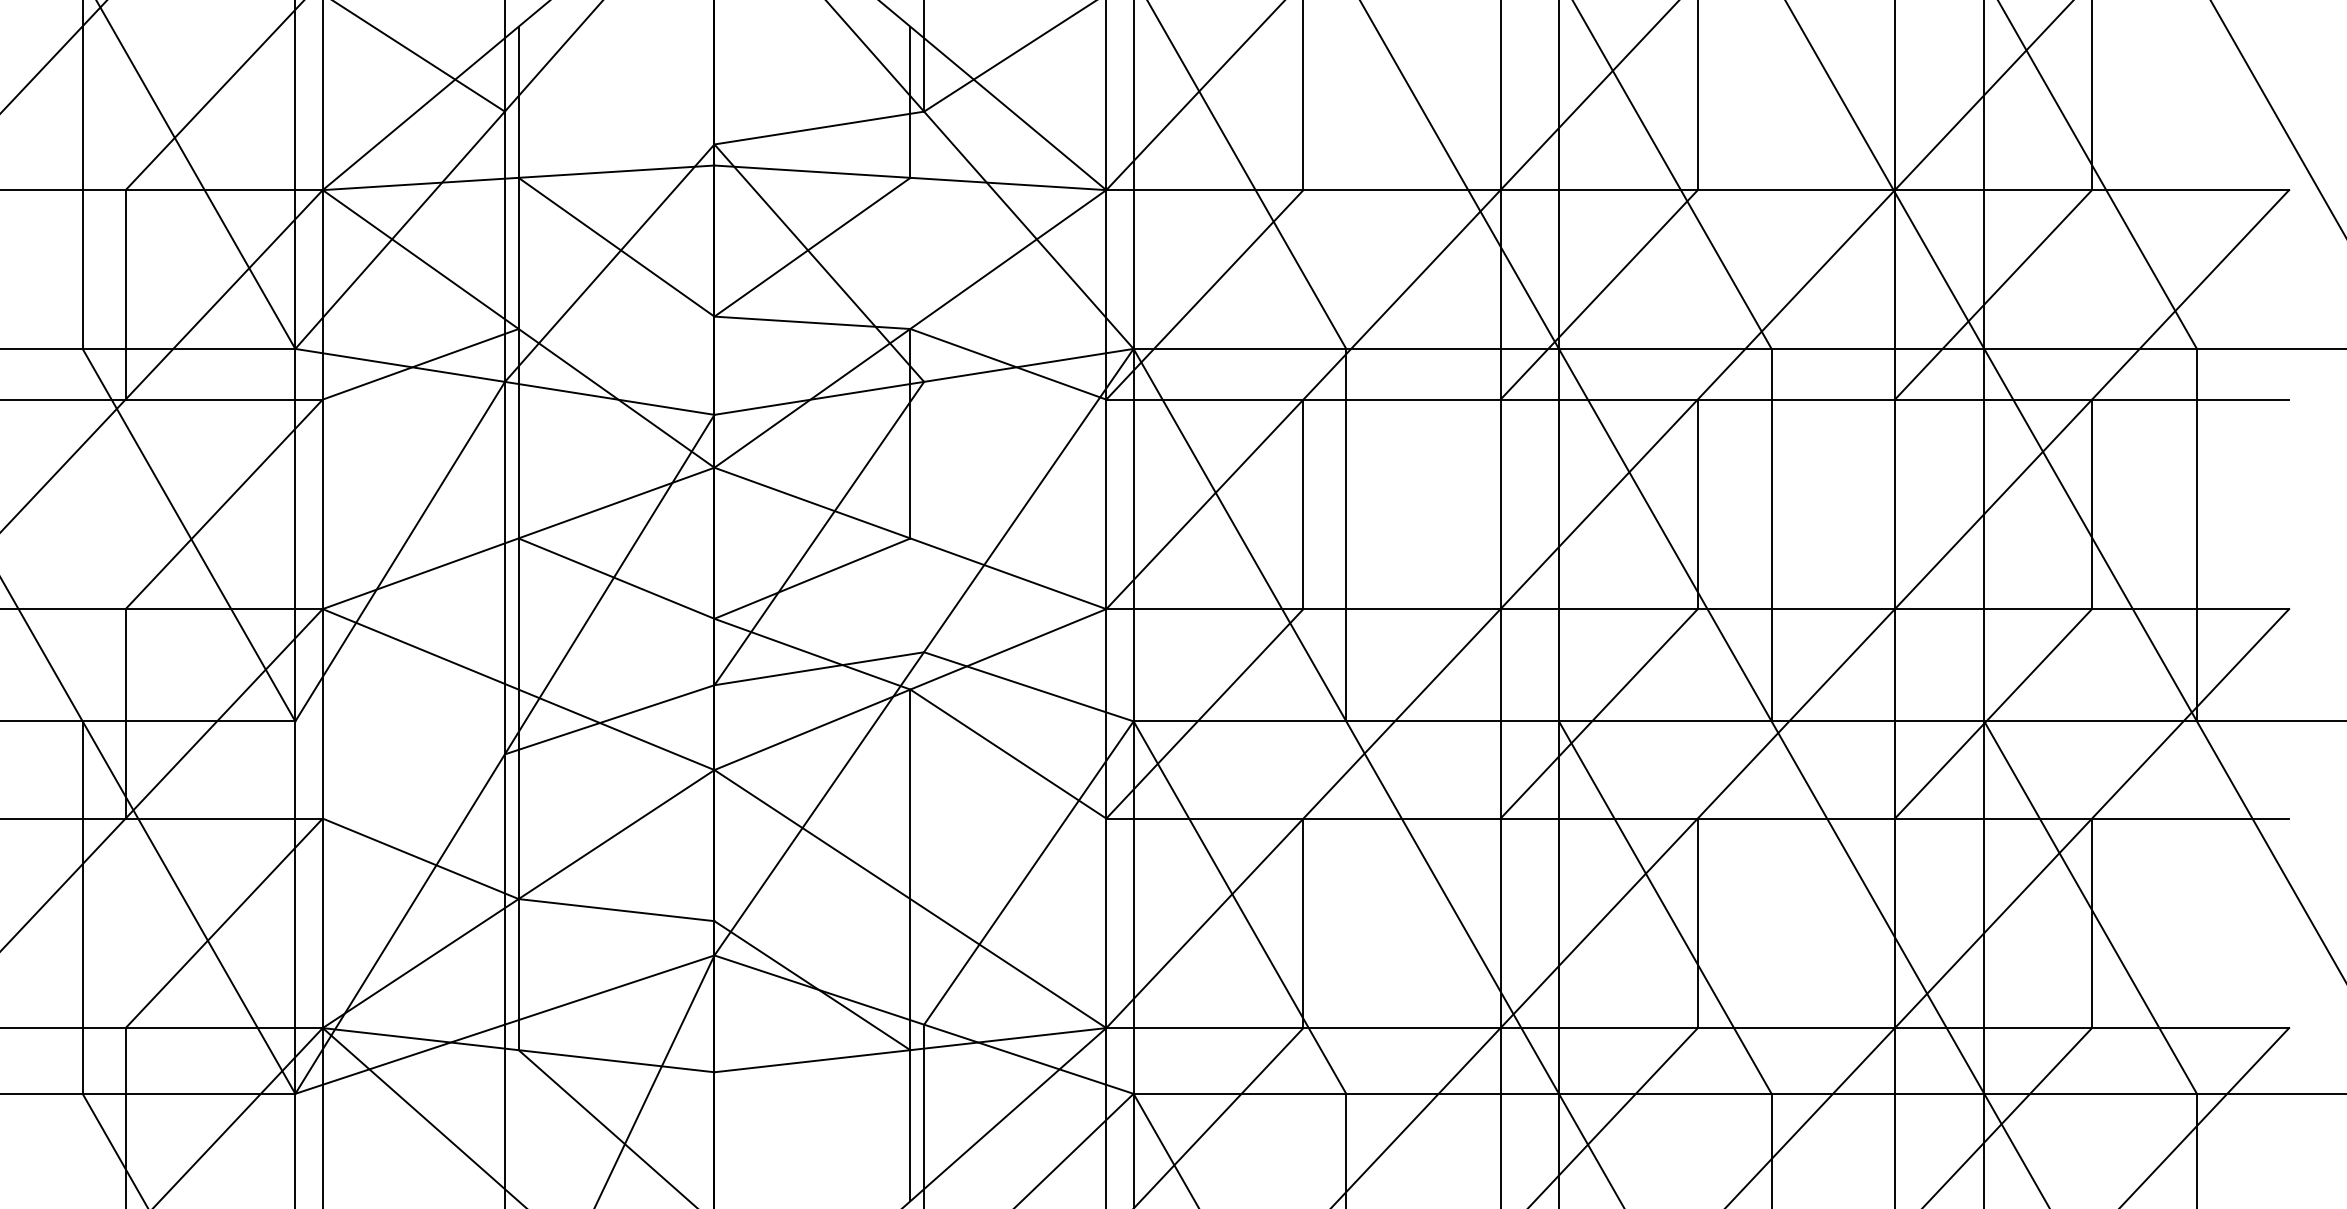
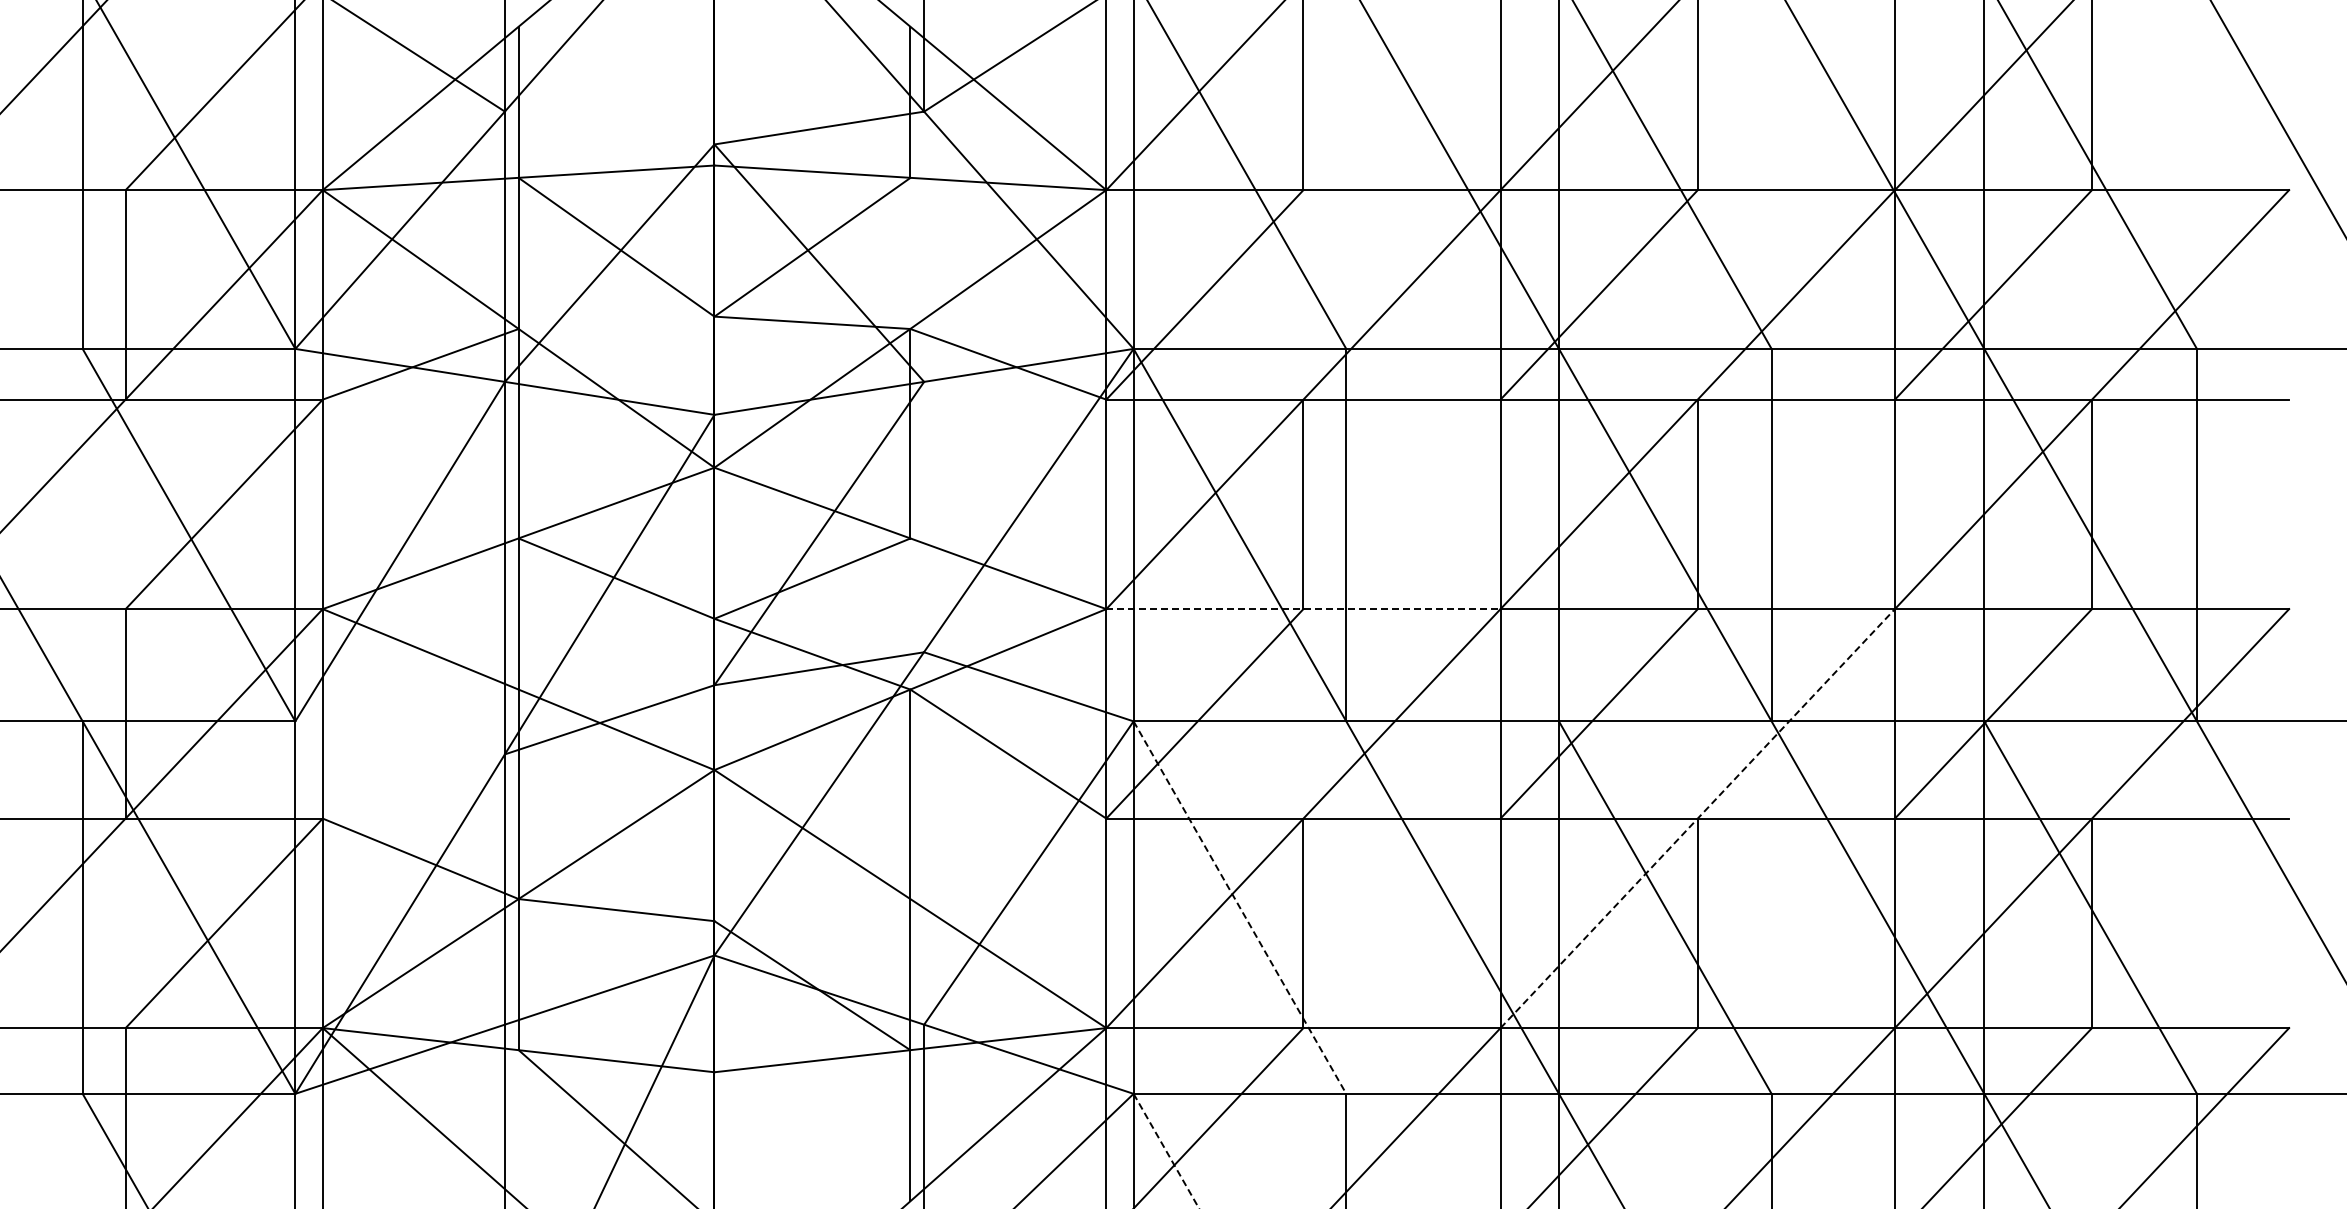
line at (1303, 609): solid -> dashed
line at (1697, 818): solid -> dashed
line at (1240, 908): solid -> dashed
line at (1166, 1151): solid -> dashed
